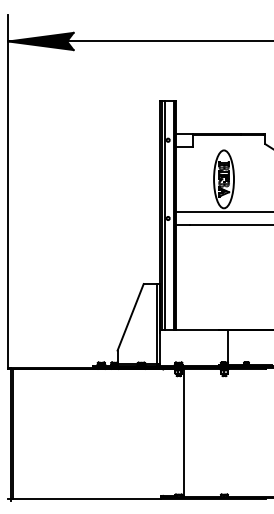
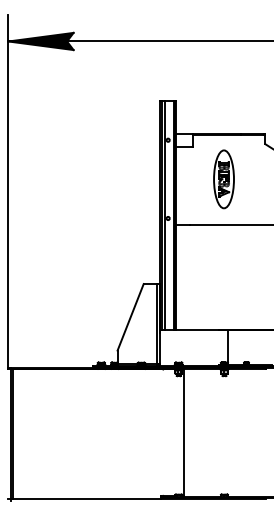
line at (223, 211): present -> none
